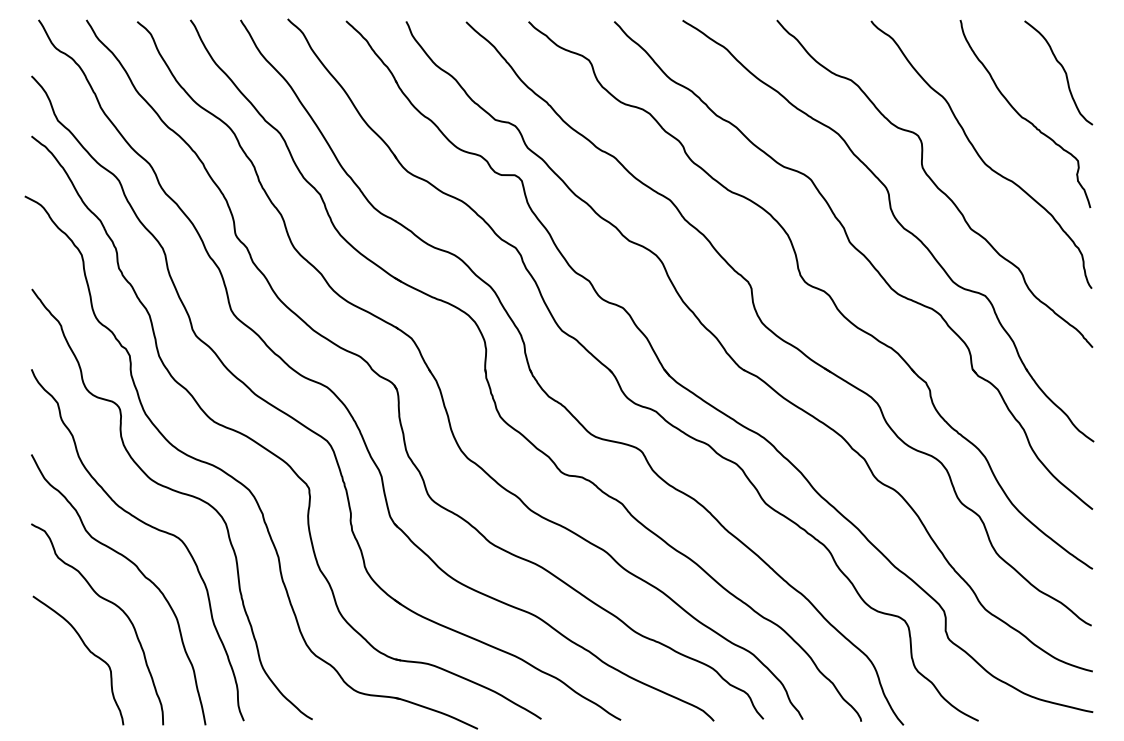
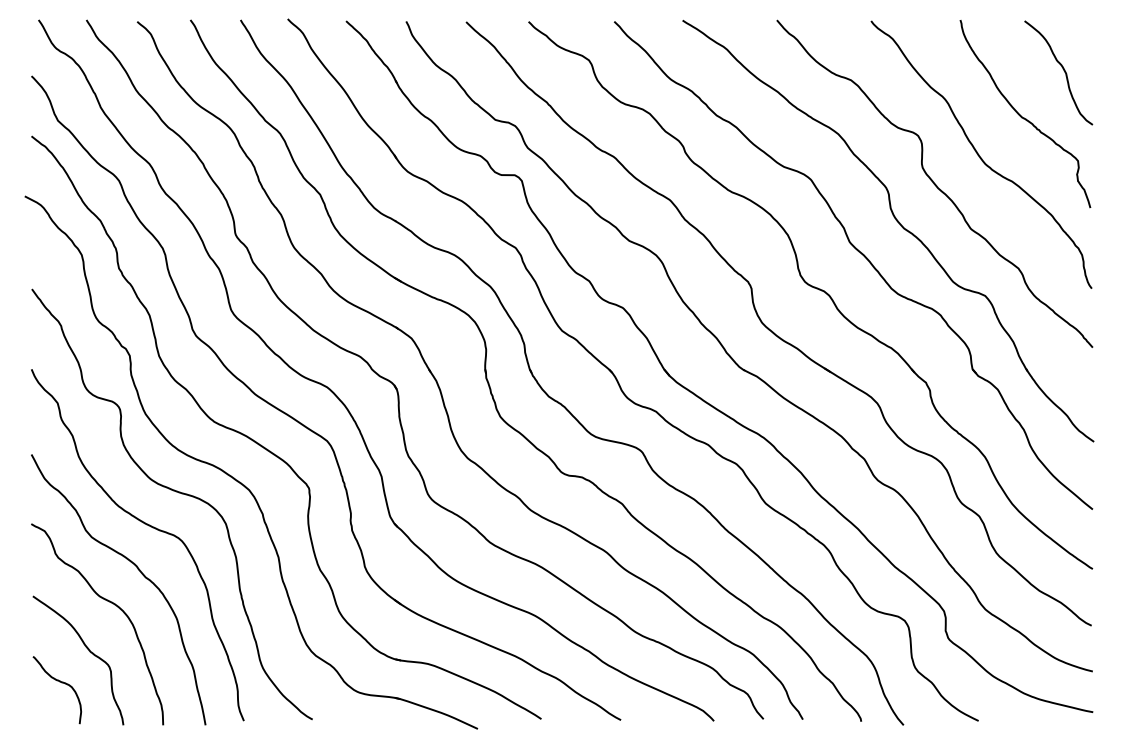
curve at (61, 683): none -> present
